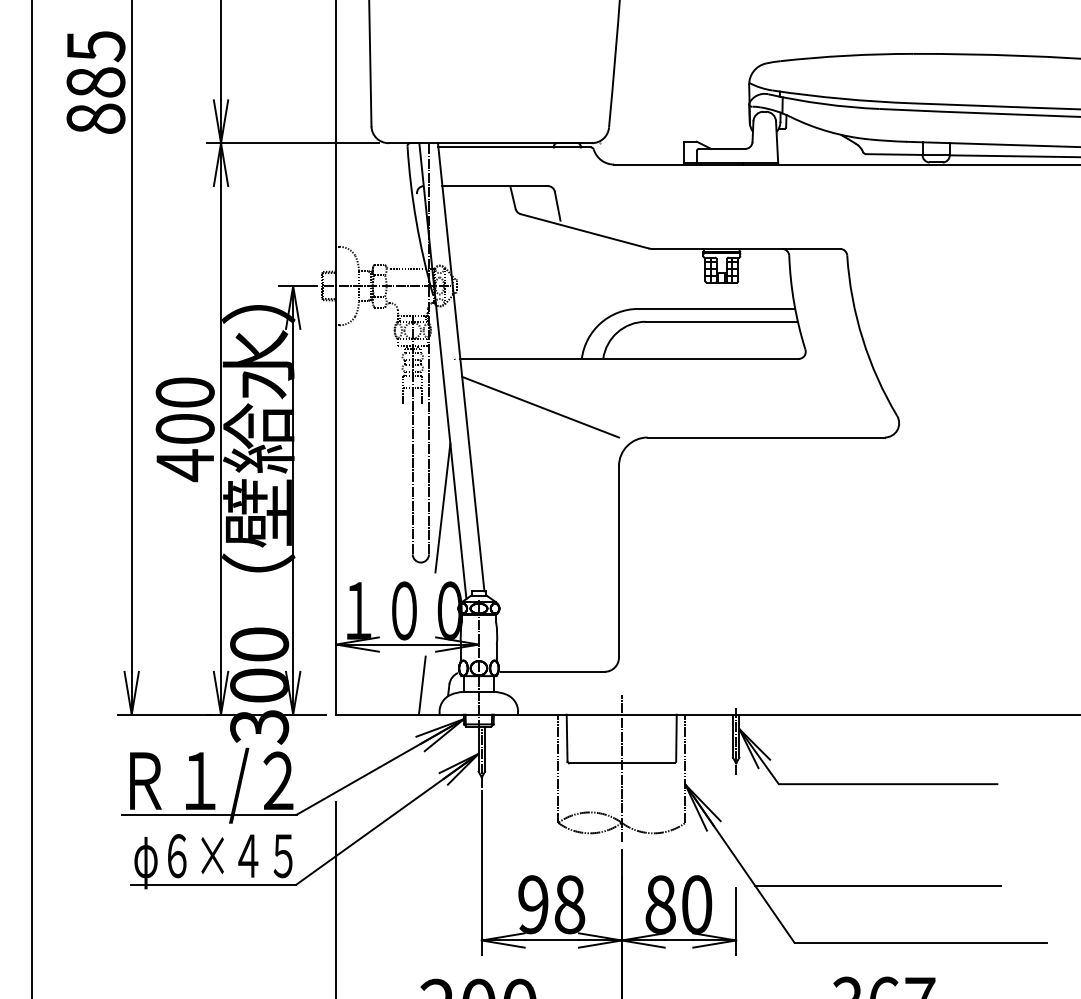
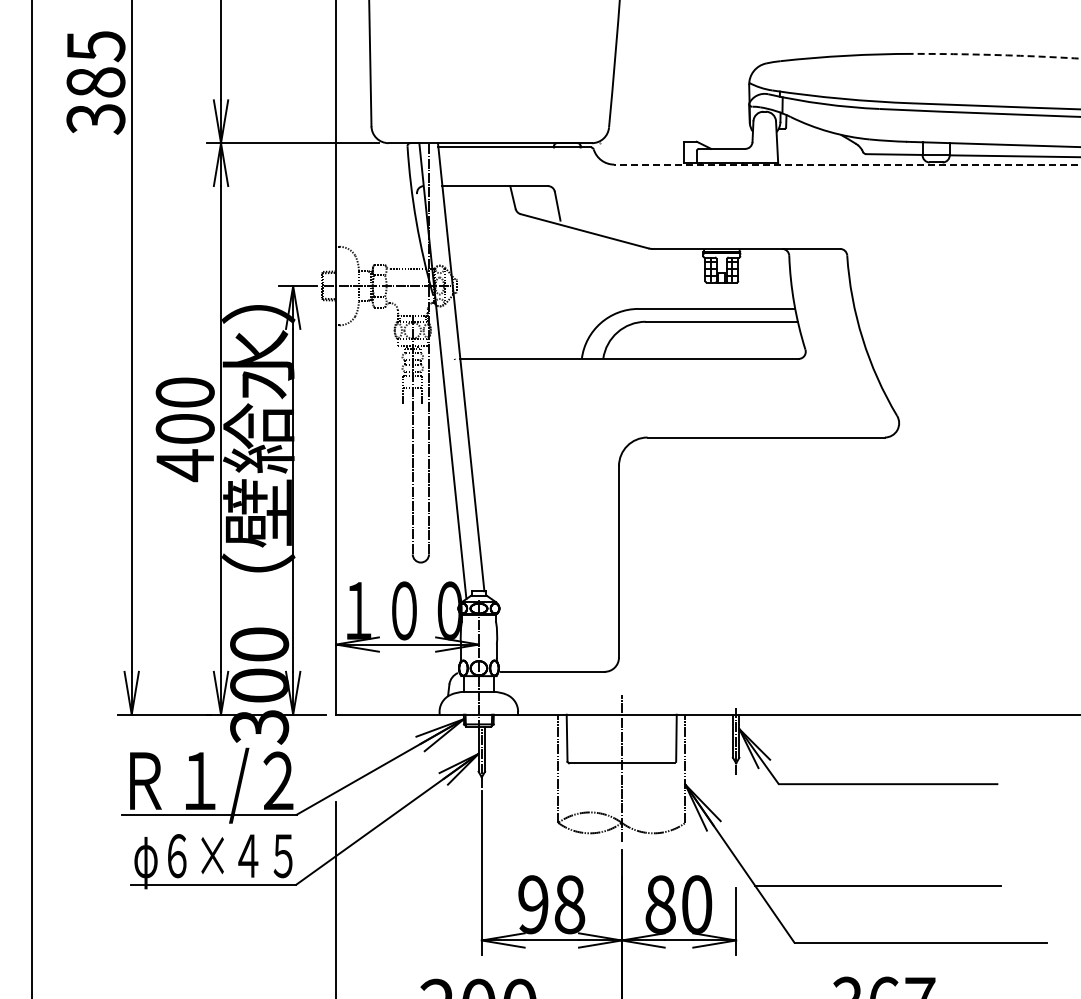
arc at (996, 55): solid -> dashed
text at (95, 118): 885 -> 385
line at (846, 164): solid -> dashed
line at (540, 406): present -> none
line at (442, 507): present -> none
line at (421, 685): present -> none
